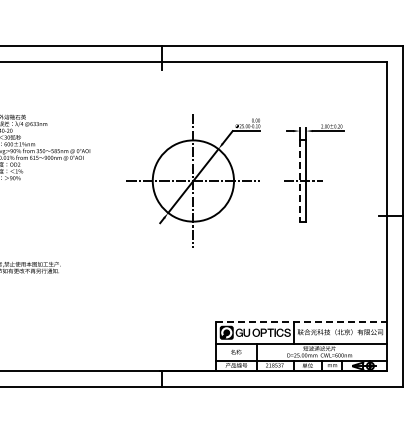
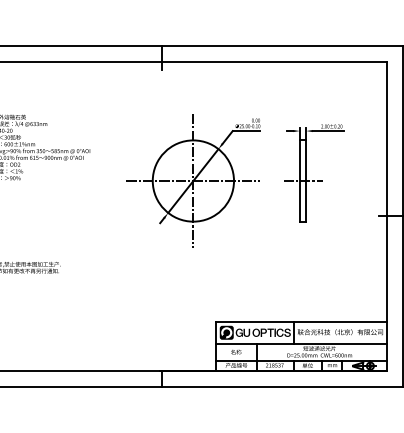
line at (299, 181): dashed -> solid
line at (302, 322): dashed -> solid
